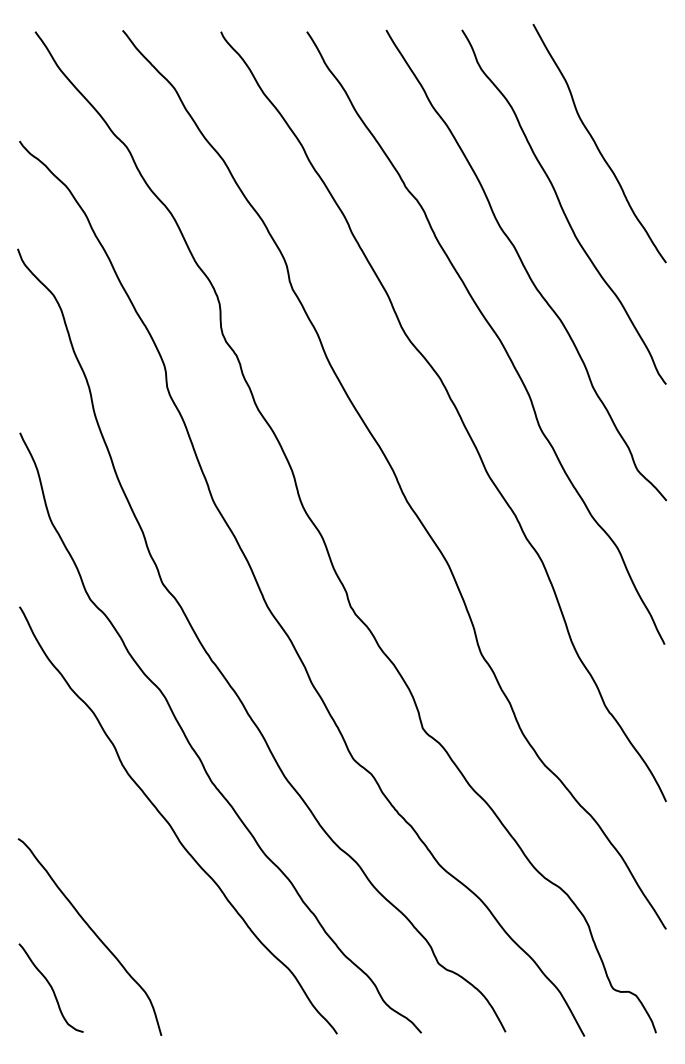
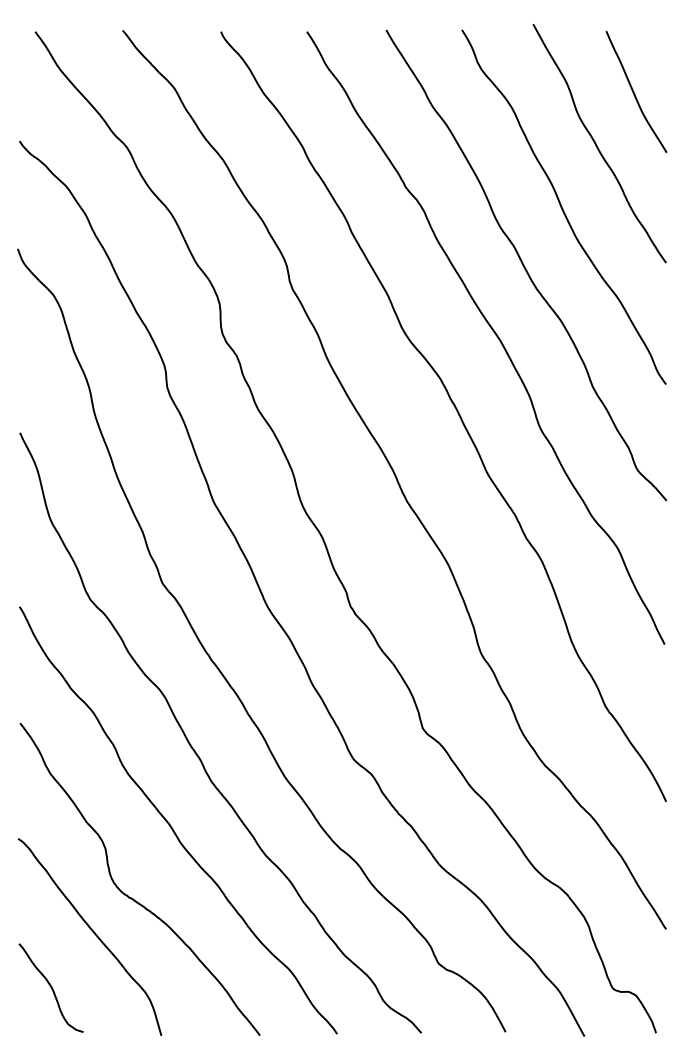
curve at (634, 91): none -> present
curve at (127, 894): none -> present
